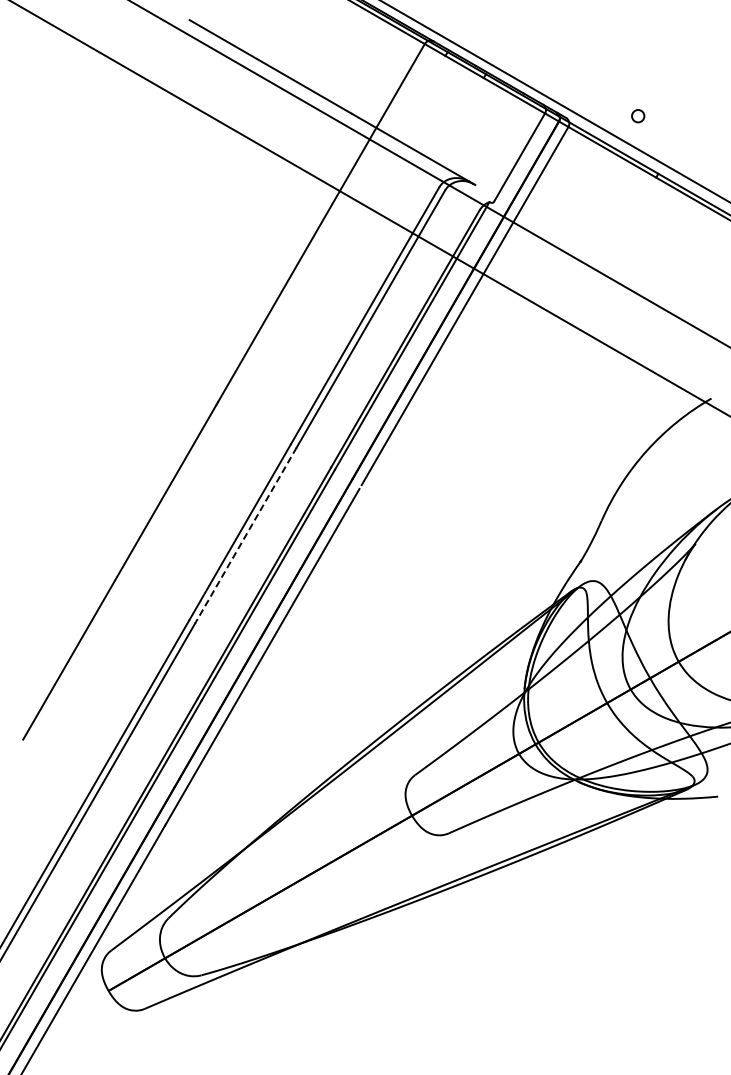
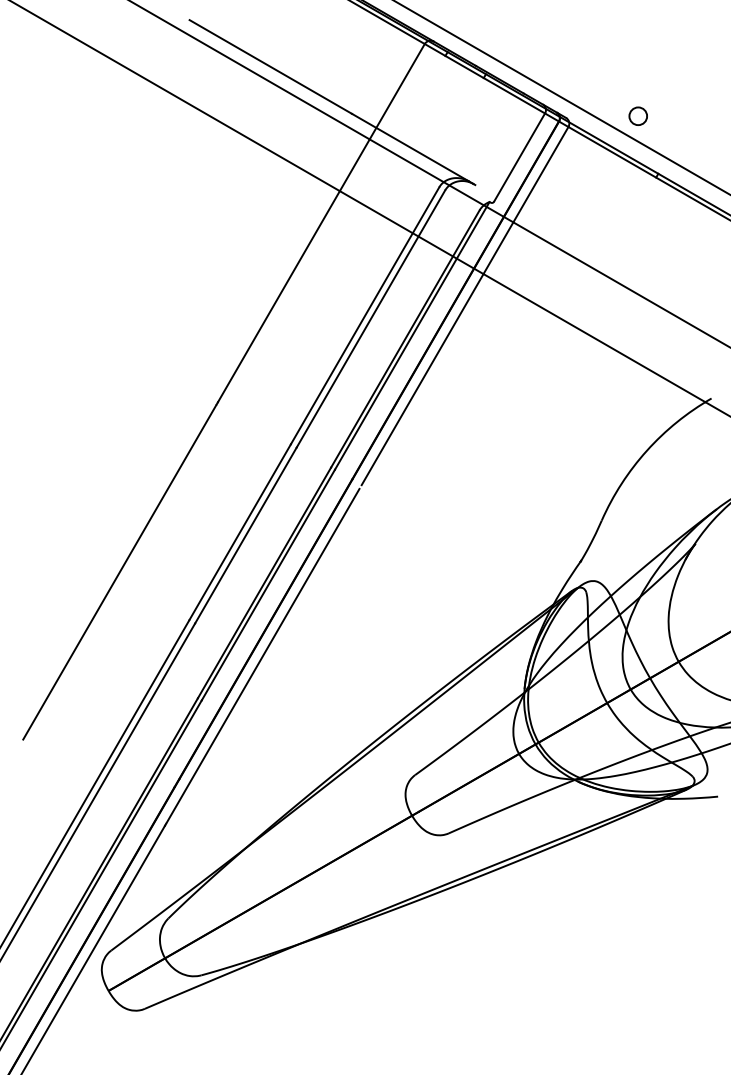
line at (554, 101) position: (554, 101) -> (561, 97)
circle at (638, 116) size: 15x15 px -> 20x20 px
line at (245, 535): dashed -> solid
